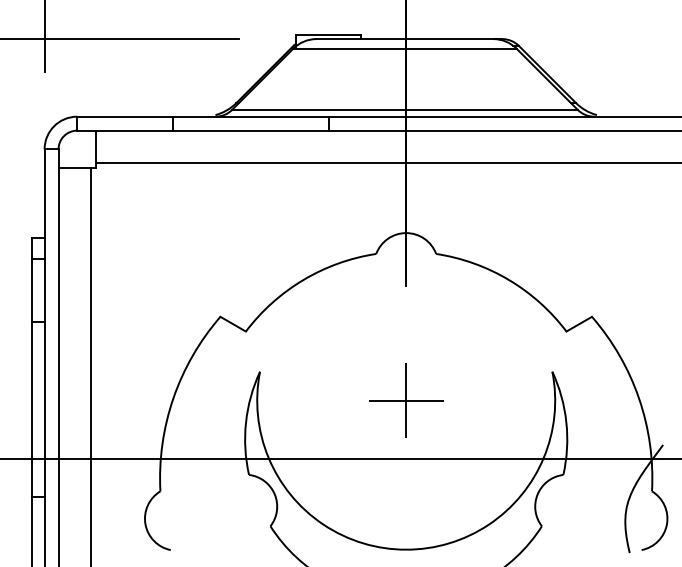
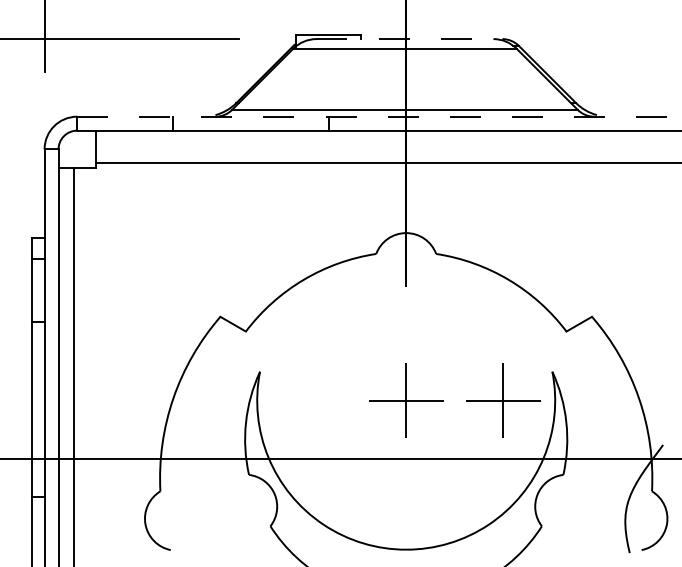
line at (409, 39): solid -> dashed
line at (380, 116): solid -> dashed
line at (90, 365) position: (90, 365) -> (73, 365)
part at (503, 400): none -> present
